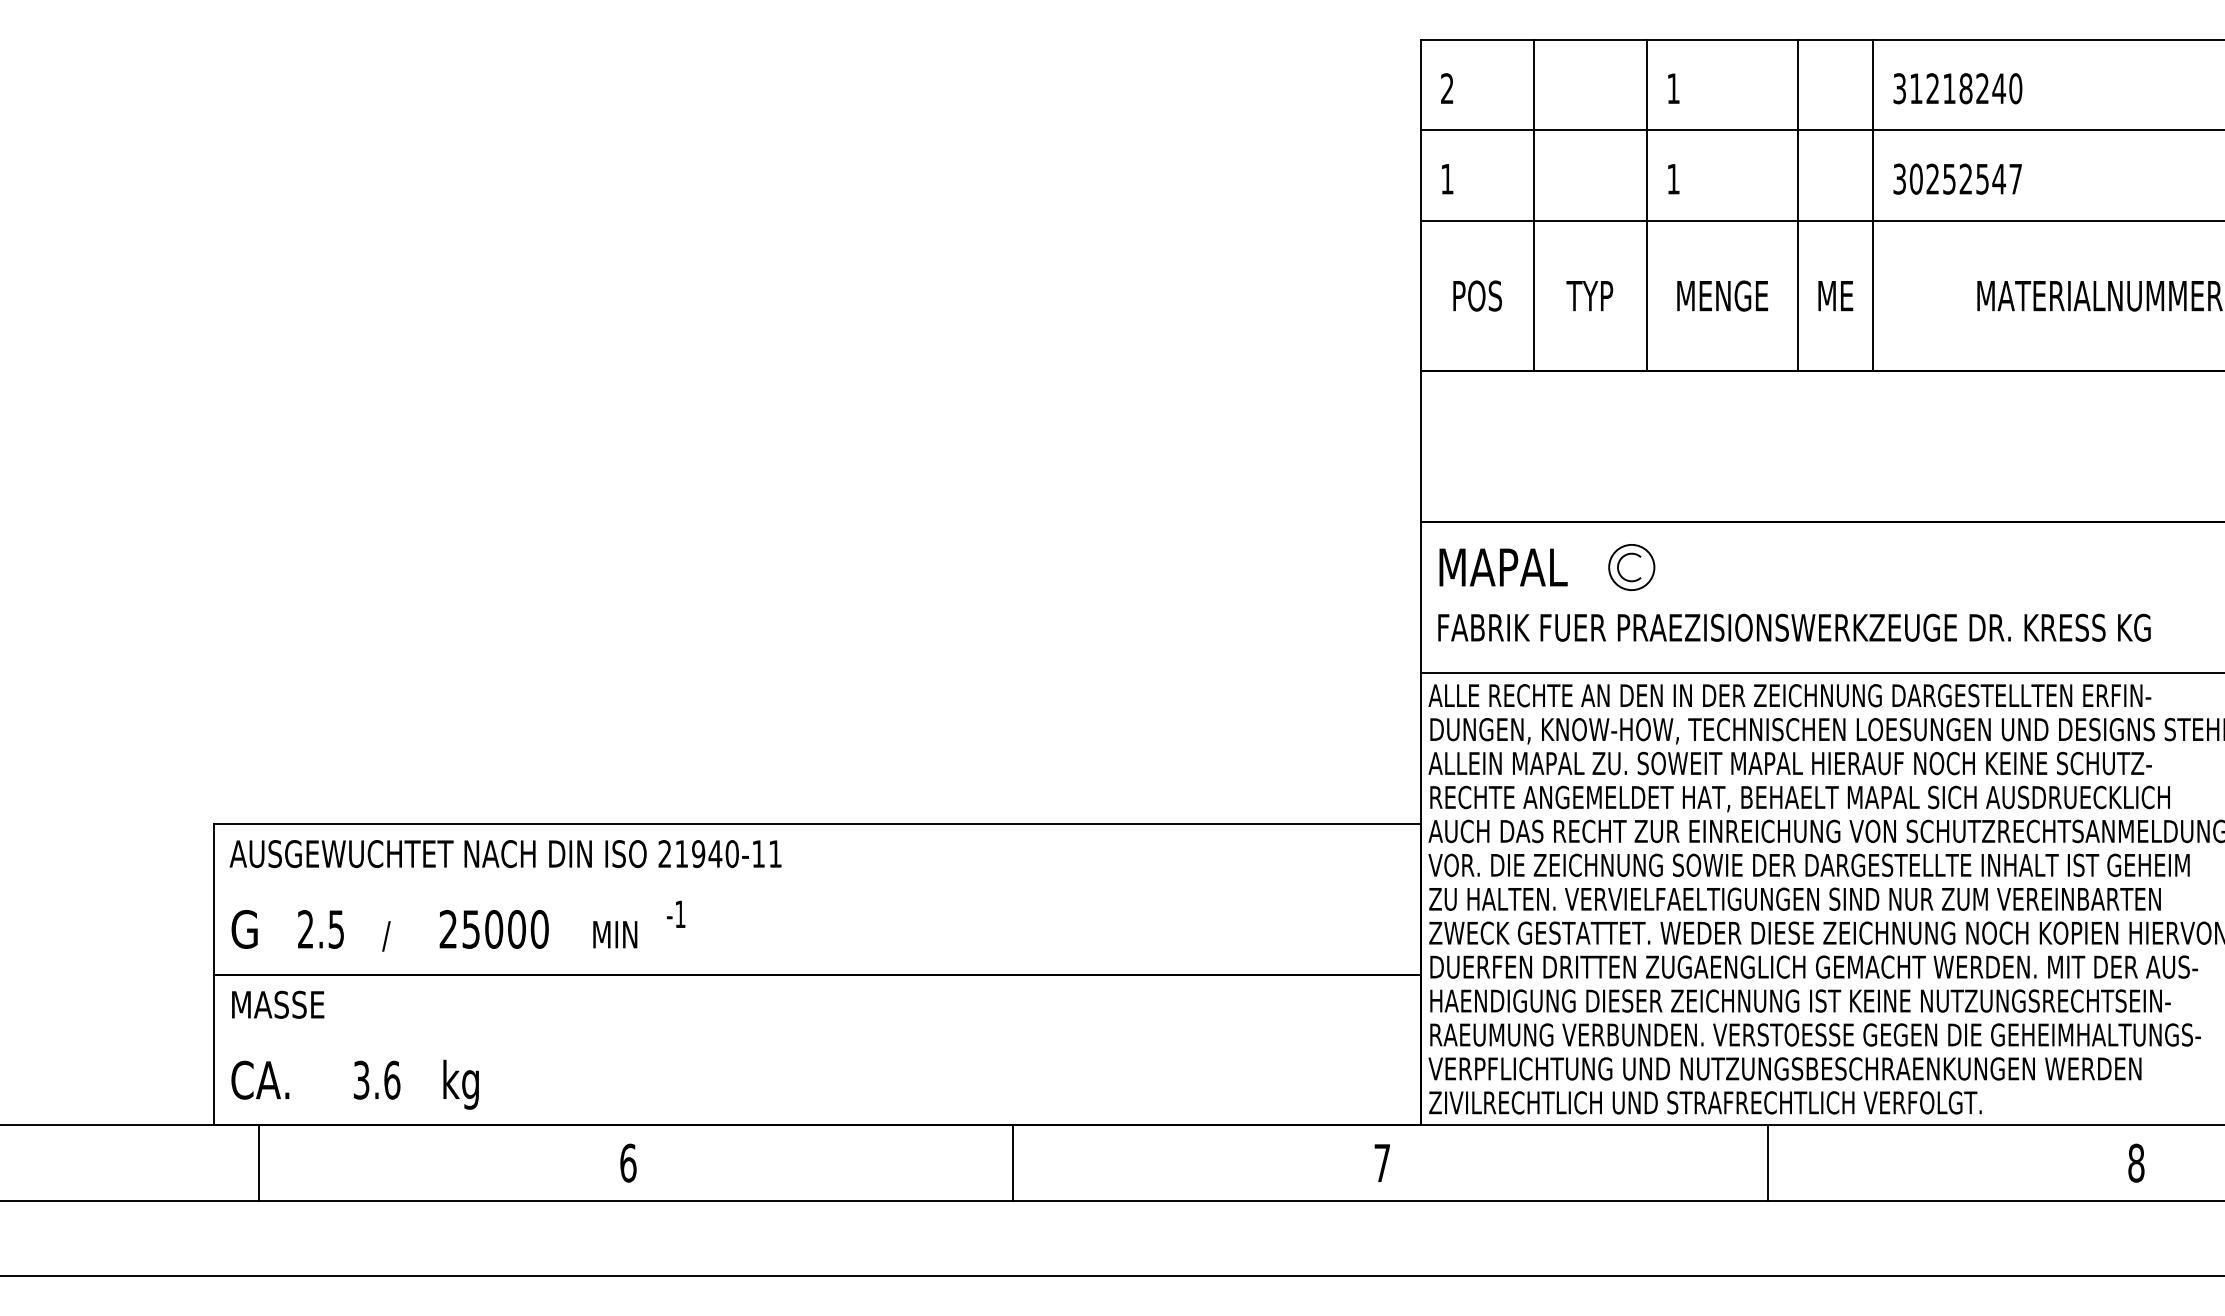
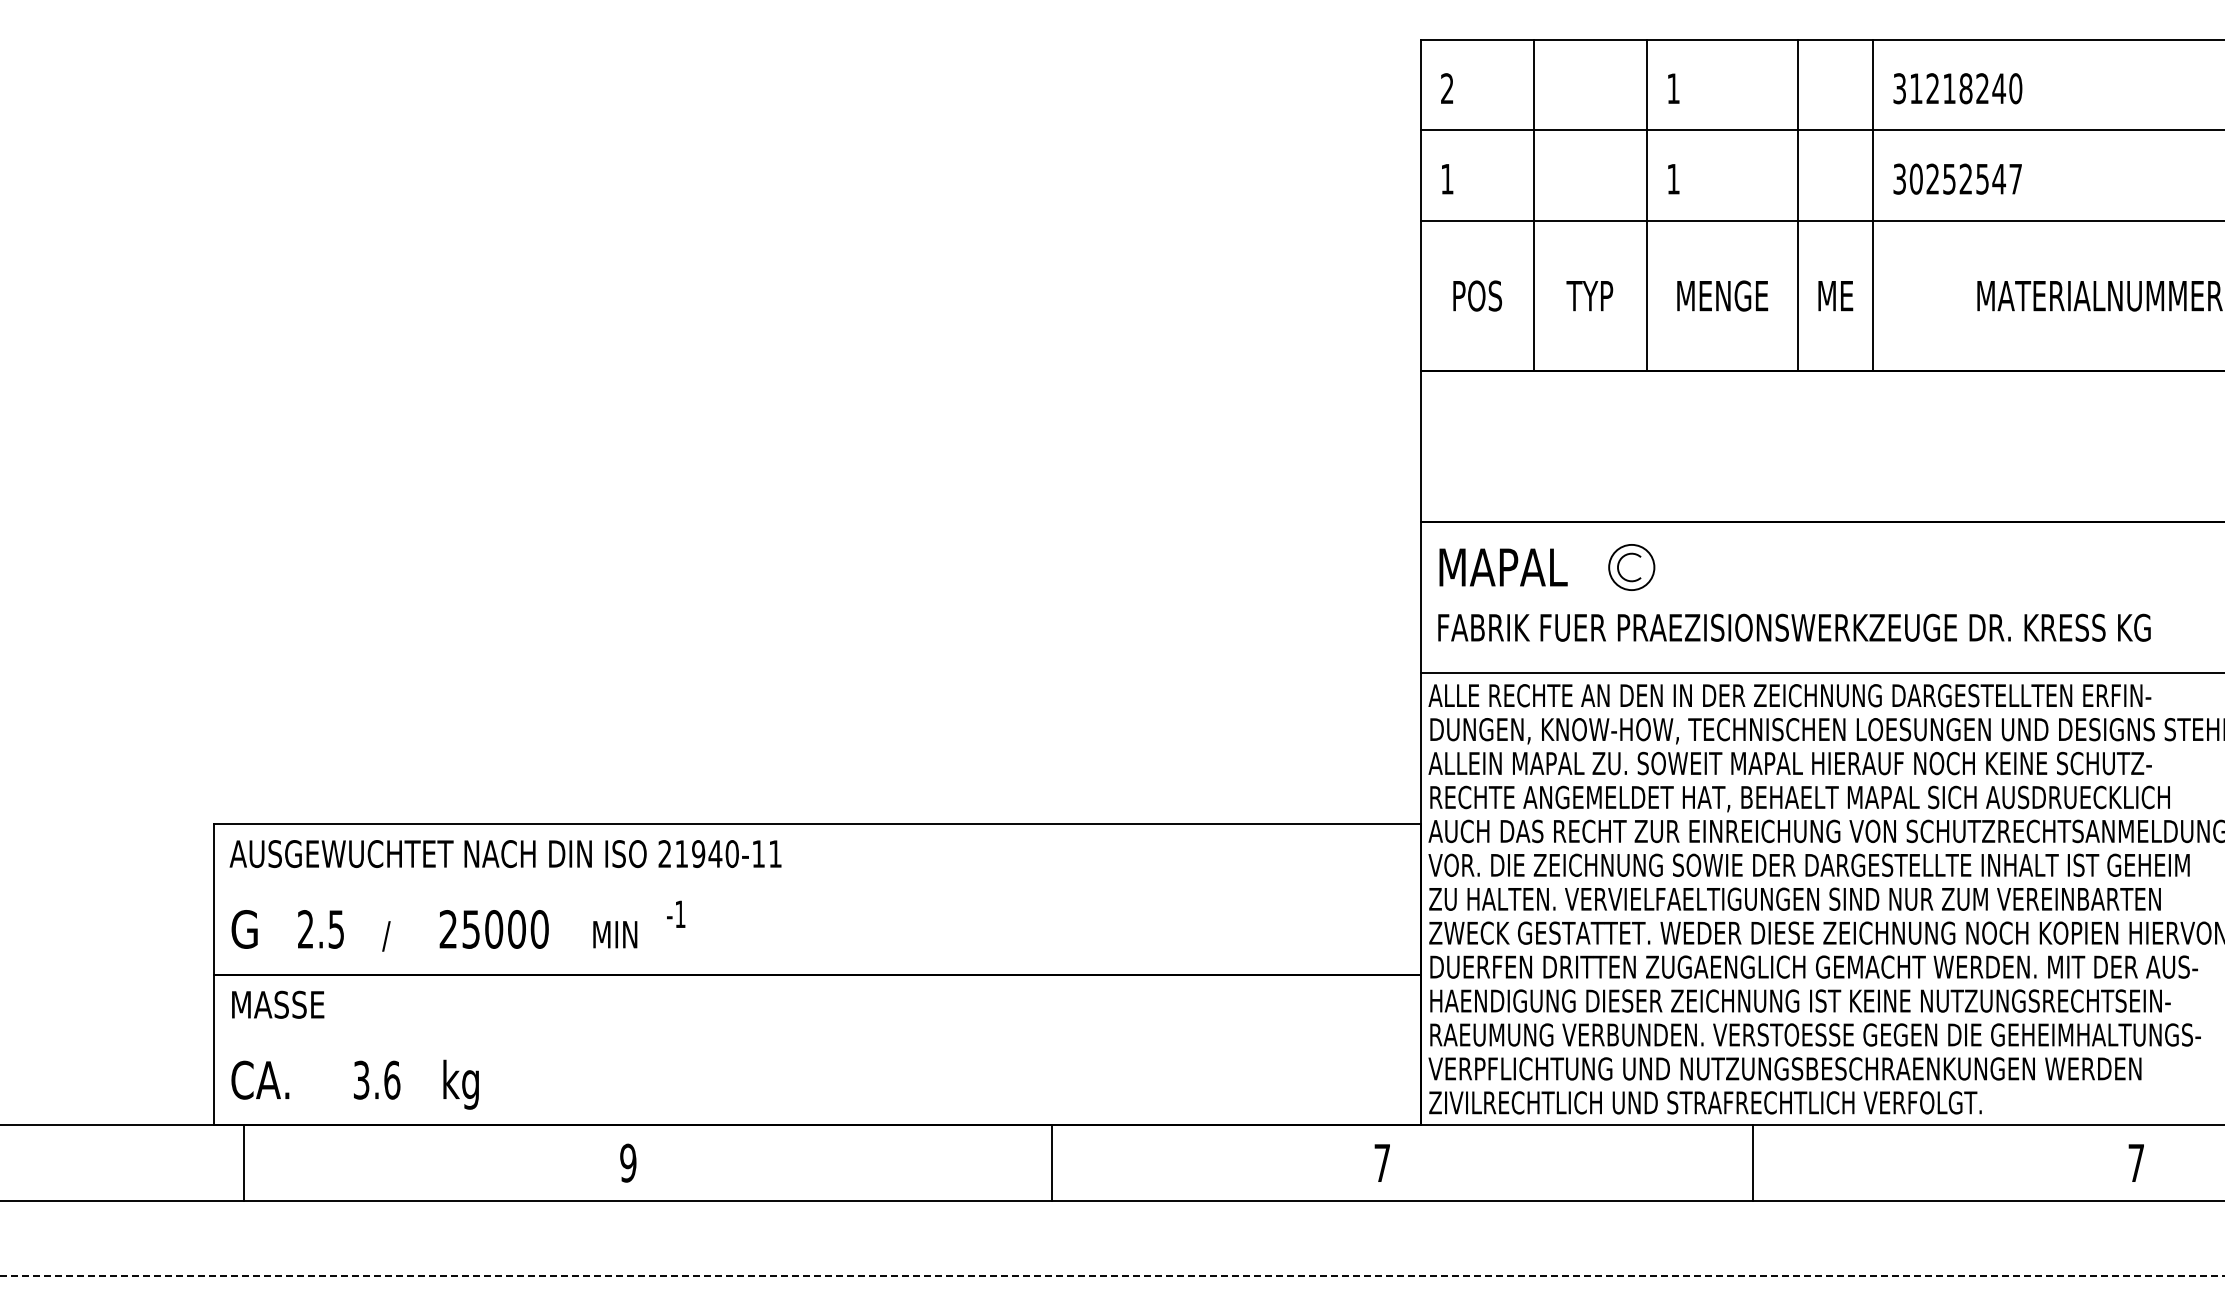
line at (259, 1162) position: (259, 1162) -> (244, 1162)
text at (628, 1162): 6 -> 9
line at (1013, 1162) position: (1013, 1162) -> (1052, 1162)
line at (1767, 1162) position: (1767, 1162) -> (1752, 1162)
text at (2136, 1162): 8 -> 7
line at (1112, 1276): solid -> dashed
